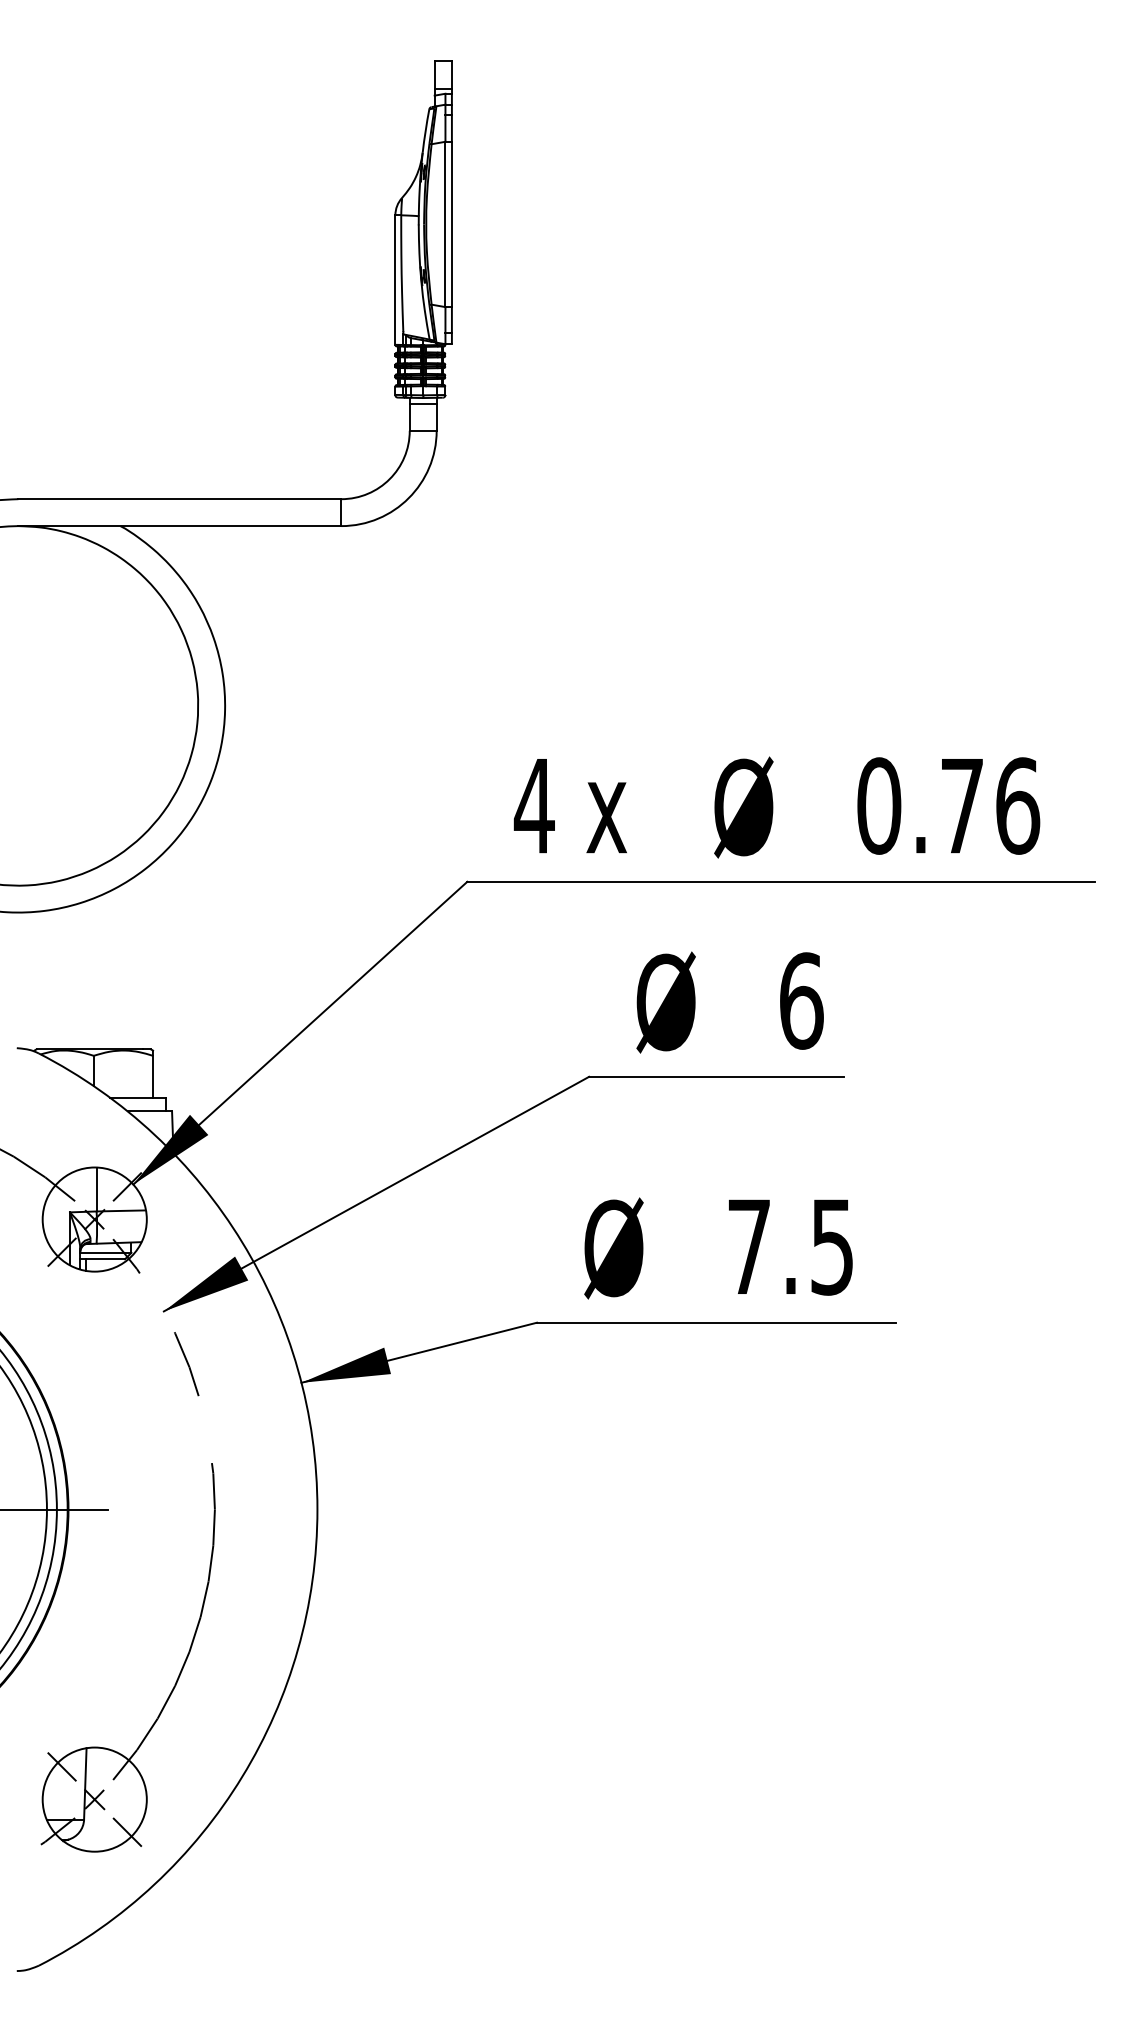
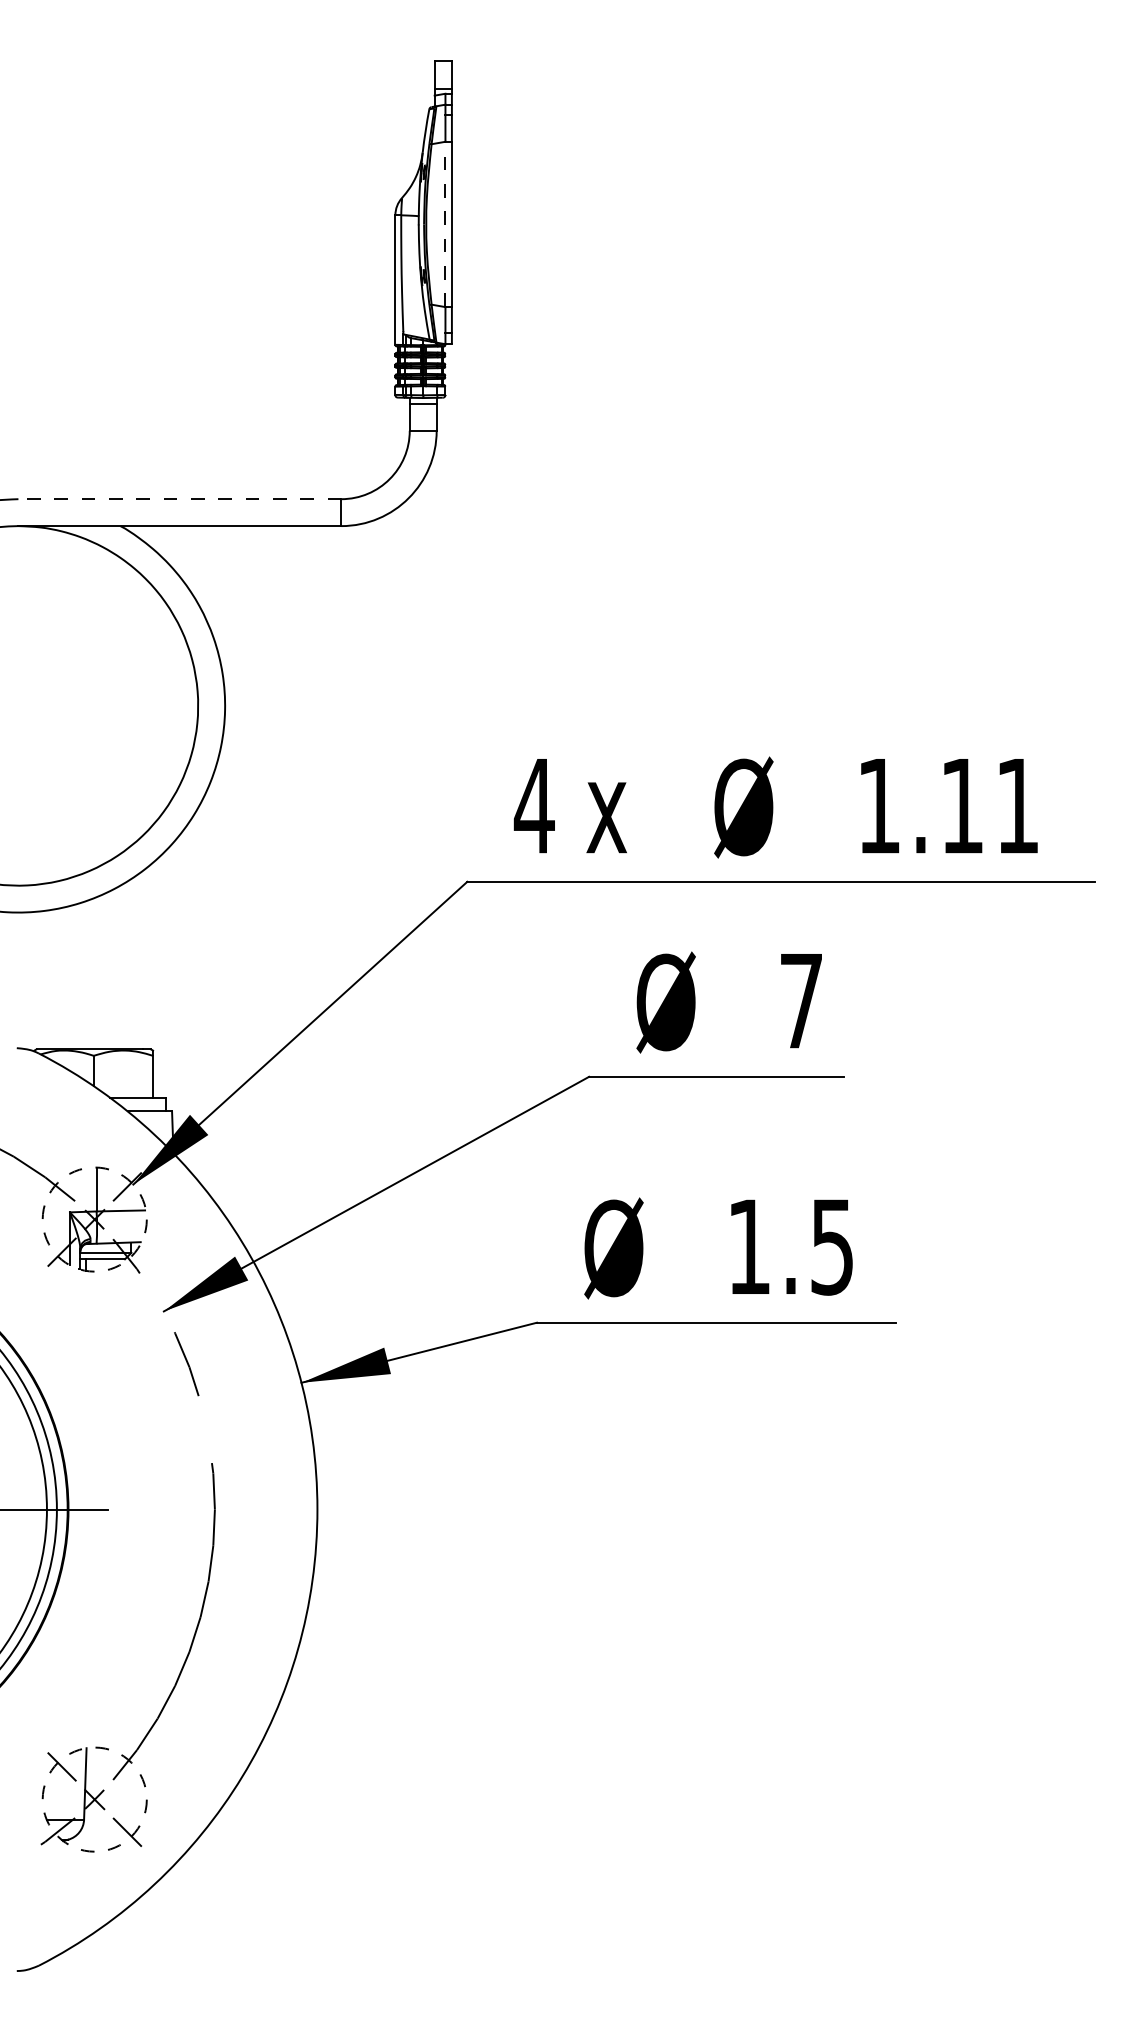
line at (445, 224): solid -> dashed
line at (179, 499): solid -> dashed
text at (948, 805): 0.76 -> 1.11
text at (801, 1000): 6 -> 7
circle at (94, 1219): solid -> dashed
text at (748, 1246): 7.5 -> 1.5
circle at (94, 1799): solid -> dashed
